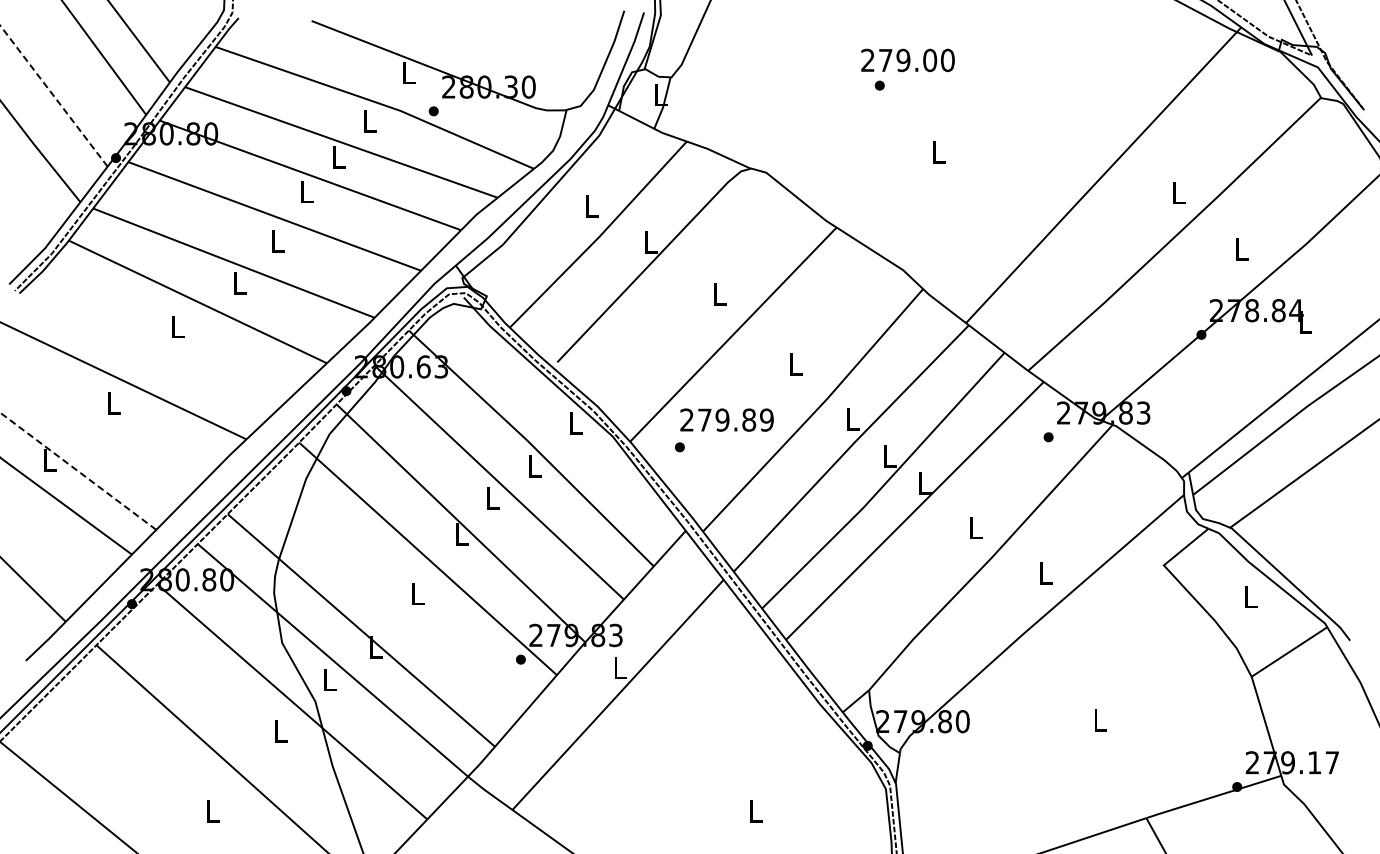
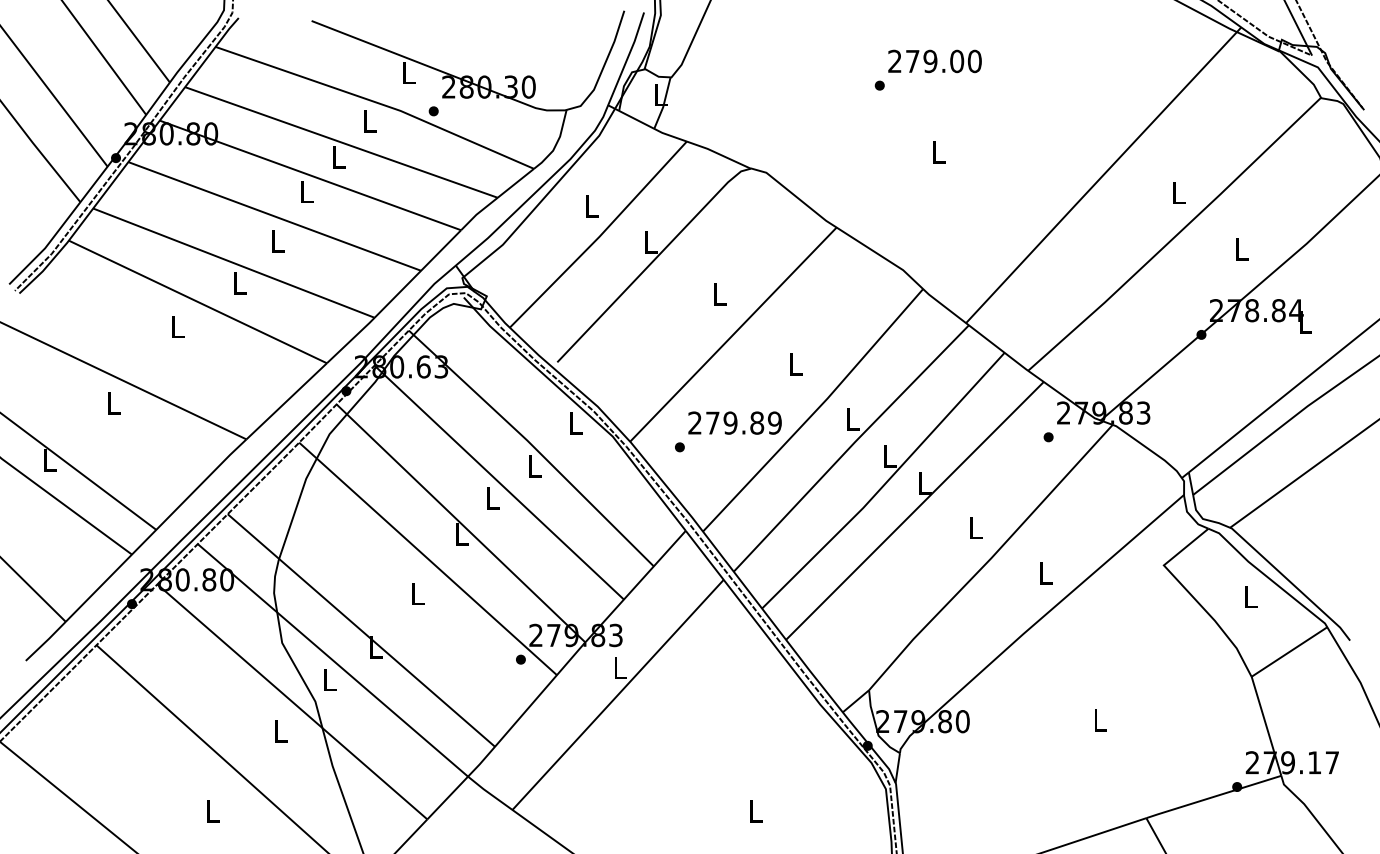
text at (907, 60) position: (907, 60) -> (934, 61)
line at (53, 96): dashed -> solid
text at (726, 419) position: (726, 419) -> (734, 422)
line at (78, 471): dashed -> solid
